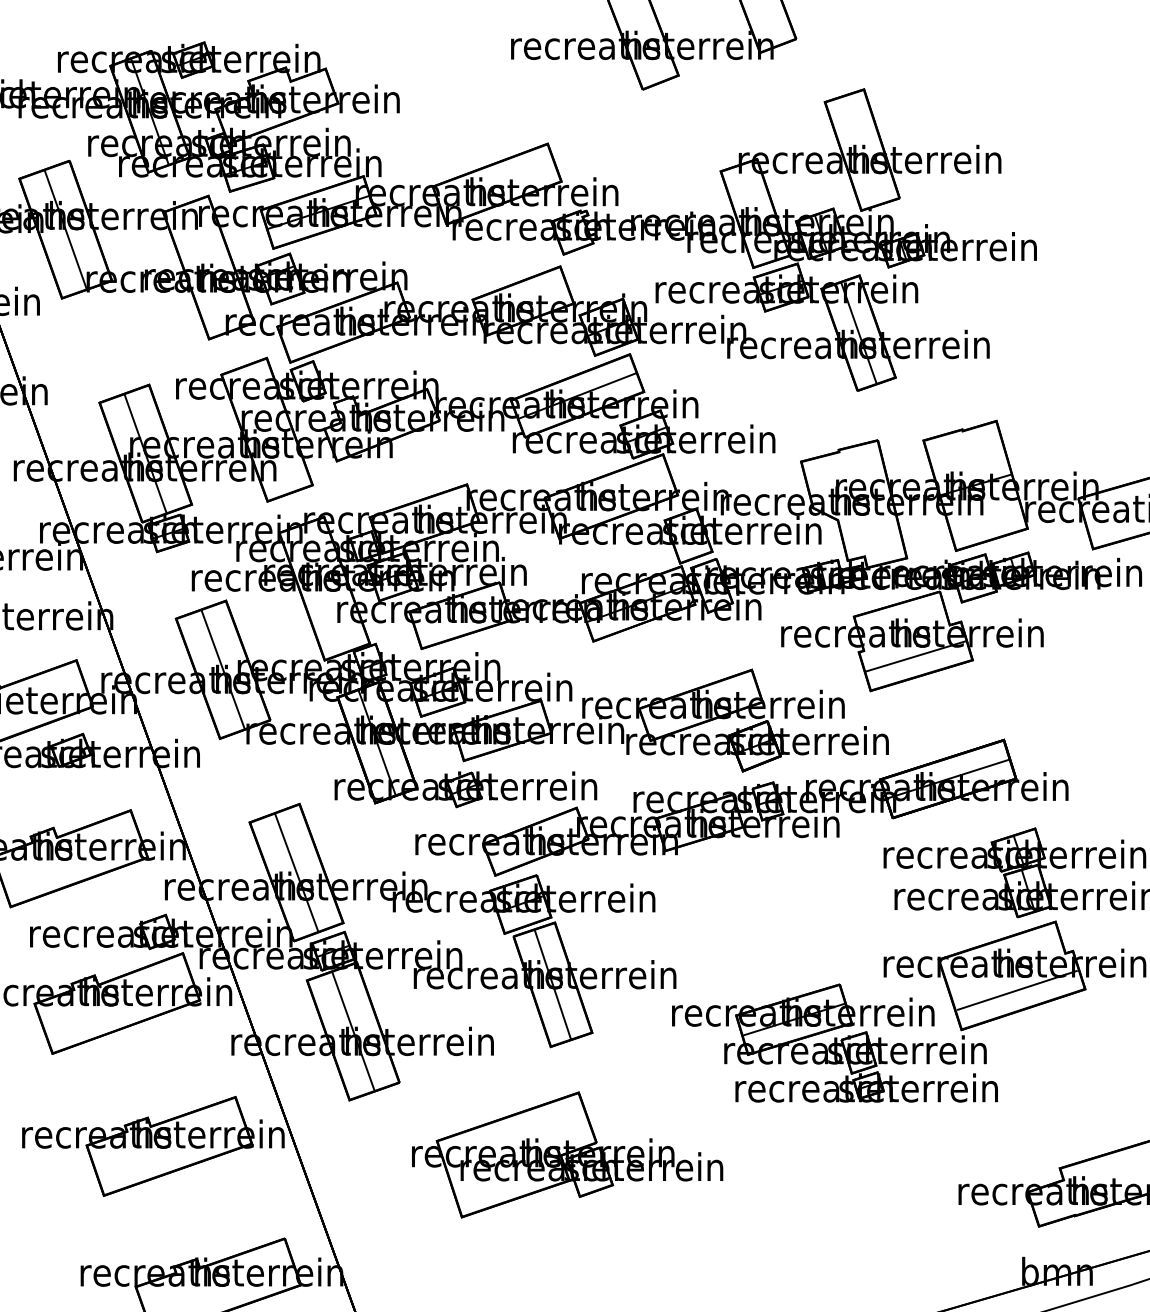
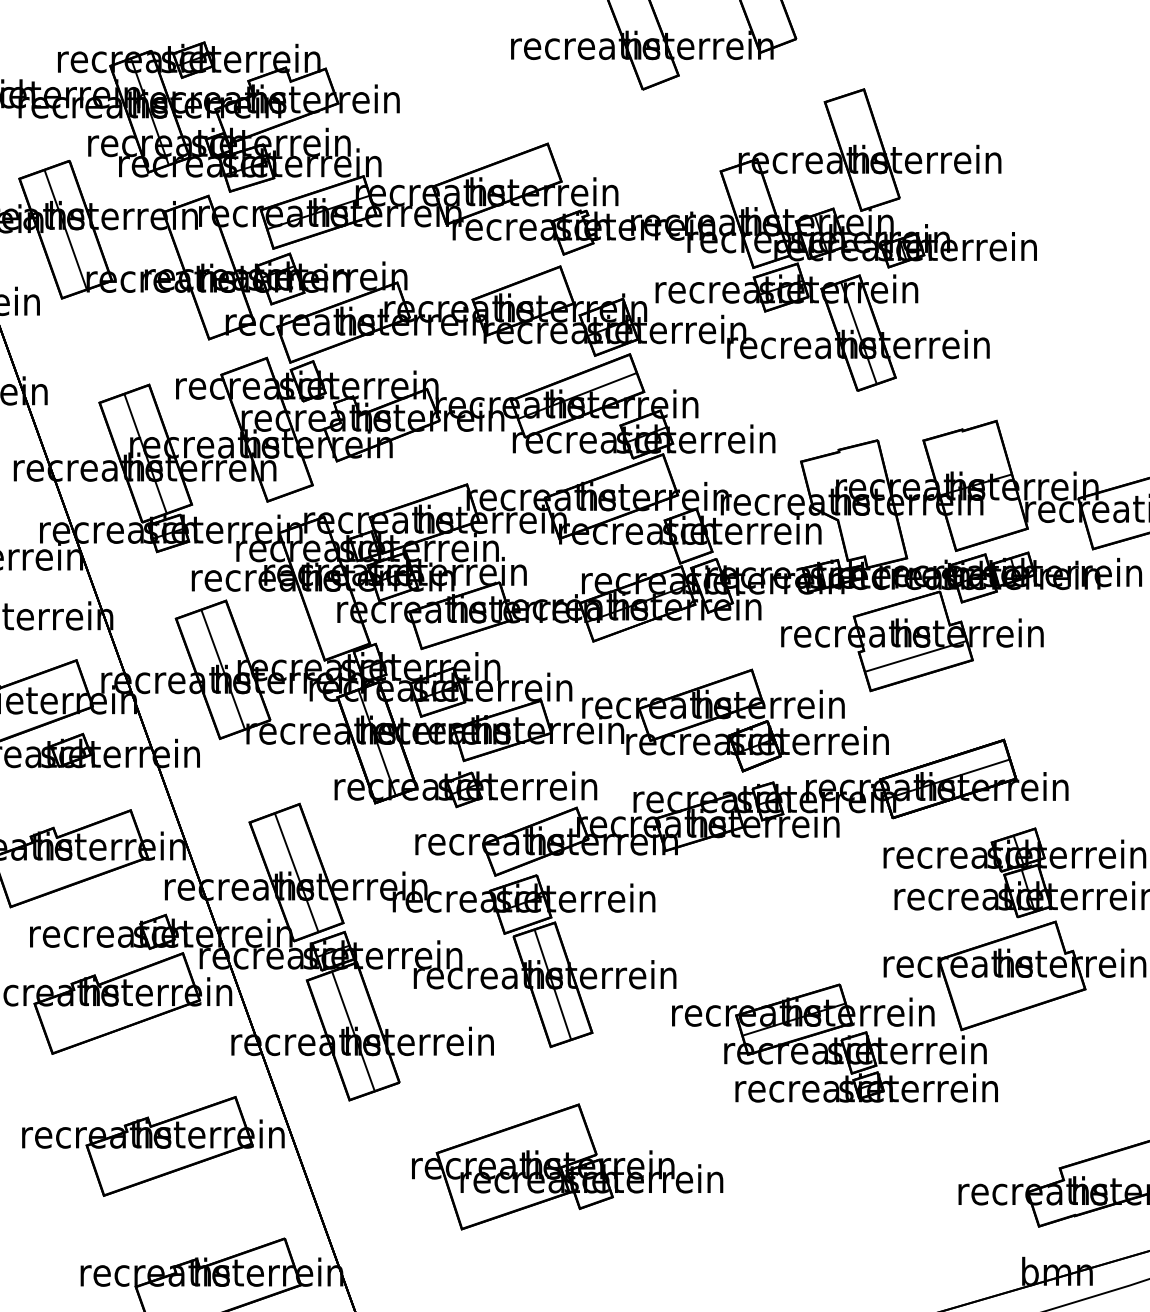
line at (1016, 989): present -> none
part at (567, 1154) position: (567, 1154) -> (567, 1166)
